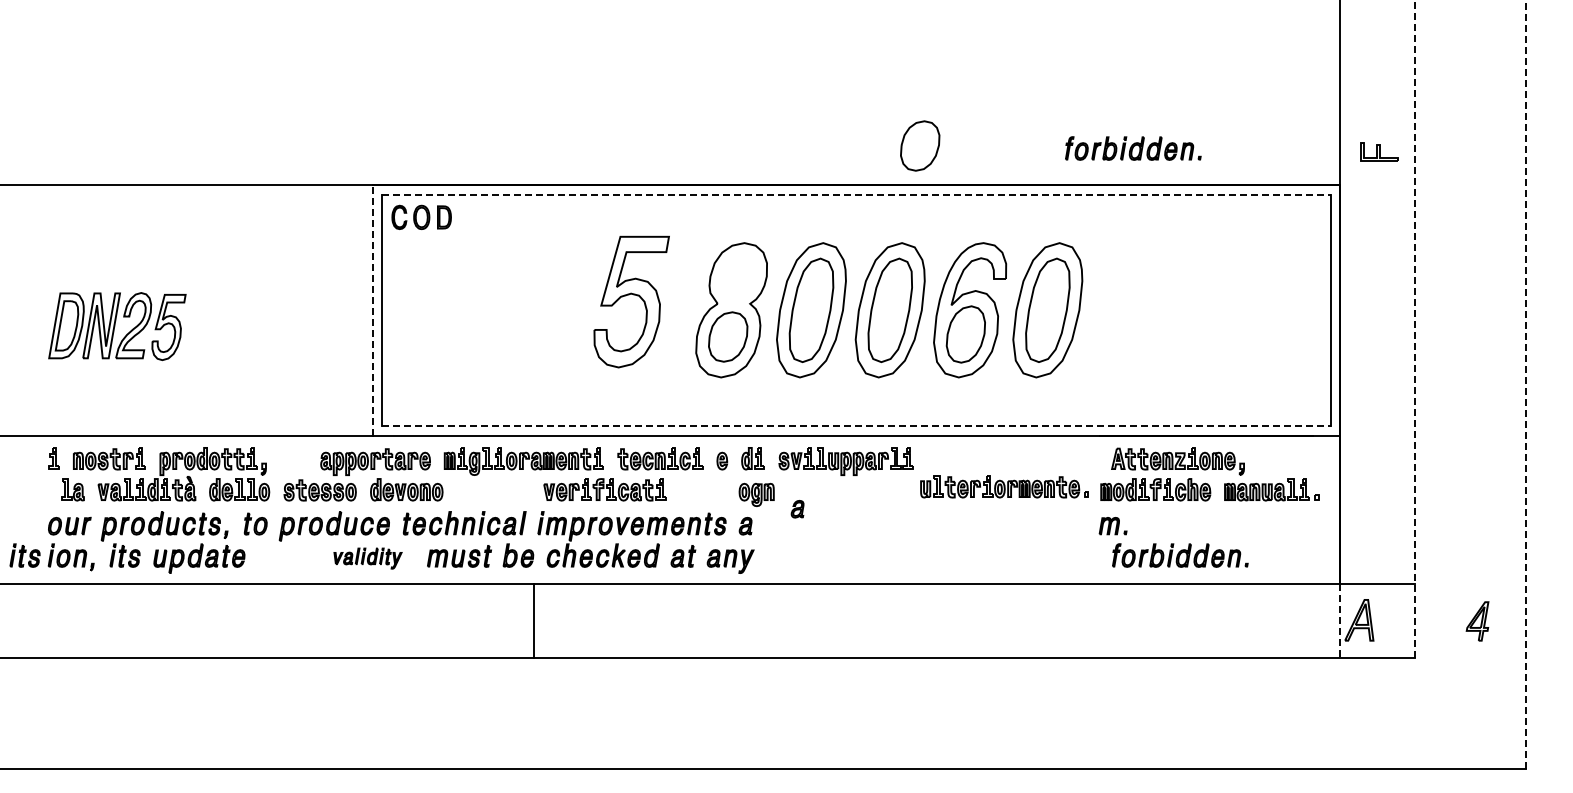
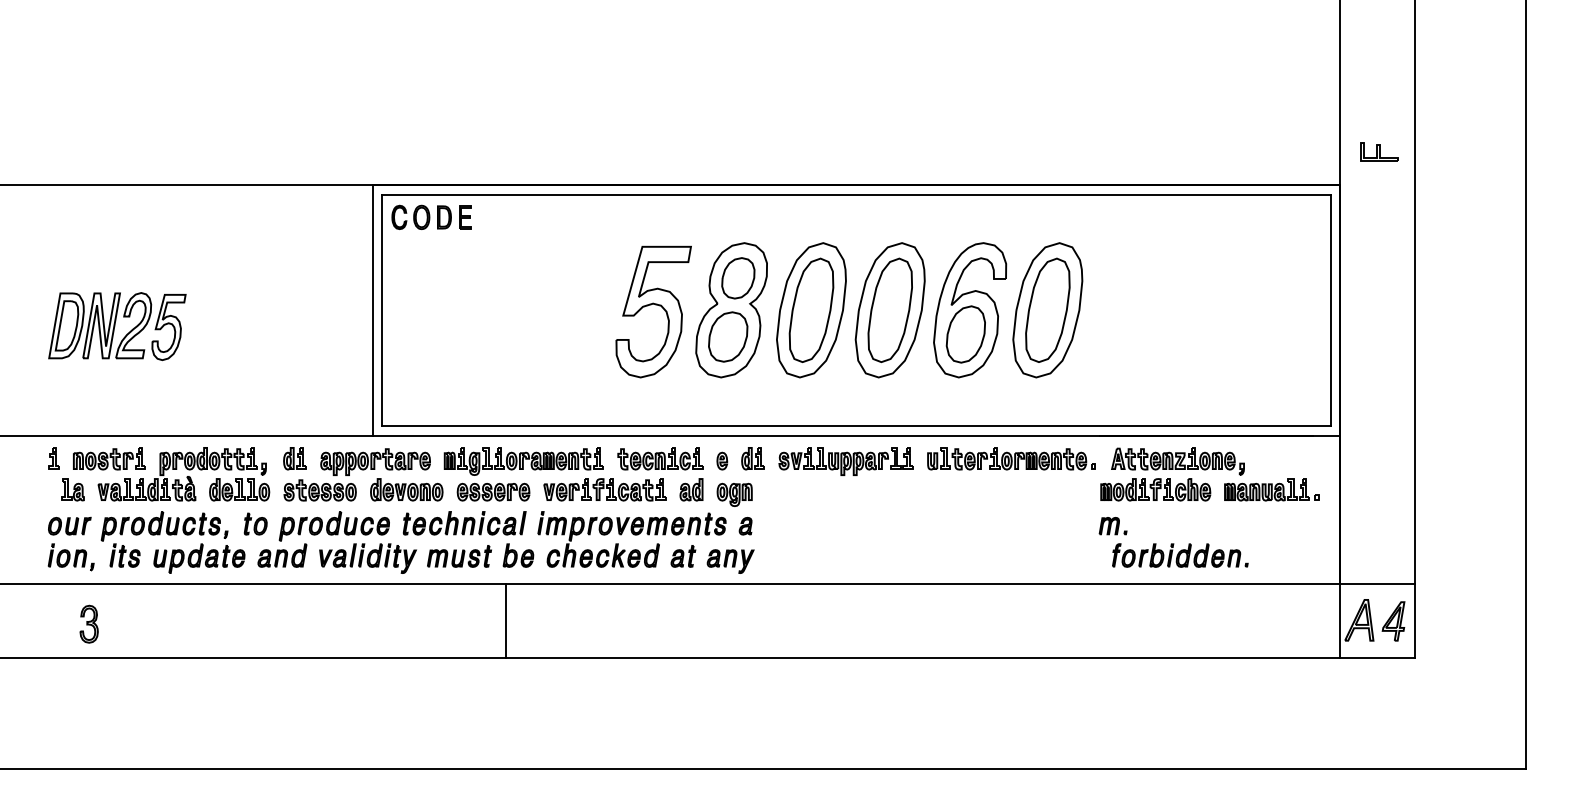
part at (920, 145): present -> none
part at (1133, 148): present -> none
line at (857, 194): dashed -> solid
part at (465, 217): none -> present
part at (738, 278): none -> present
part at (629, 295) position: (629, 295) -> (651, 305)
line at (373, 309): dashed -> solid
line at (1414, 329): dashed -> solid
line at (1525, 384): dashed -> solid
line at (857, 426): dashed -> solid
part at (294, 458): none -> present
part at (1004, 486) position: (1004, 486) -> (1011, 458)
part at (691, 489): none -> present
part at (493, 491): none -> present
part at (756, 494) position: (756, 494) -> (734, 494)
part at (797, 509): present -> none
part at (24, 555): present -> none
part at (282, 555): none -> present
part at (367, 558) size: 70x23 px -> 98x31 px
line at (534, 620) position: (534, 620) -> (506, 620)
line at (1340, 621): dashed -> solid
part at (1477, 621) position: (1477, 621) -> (1393, 621)
part at (88, 623): none -> present
